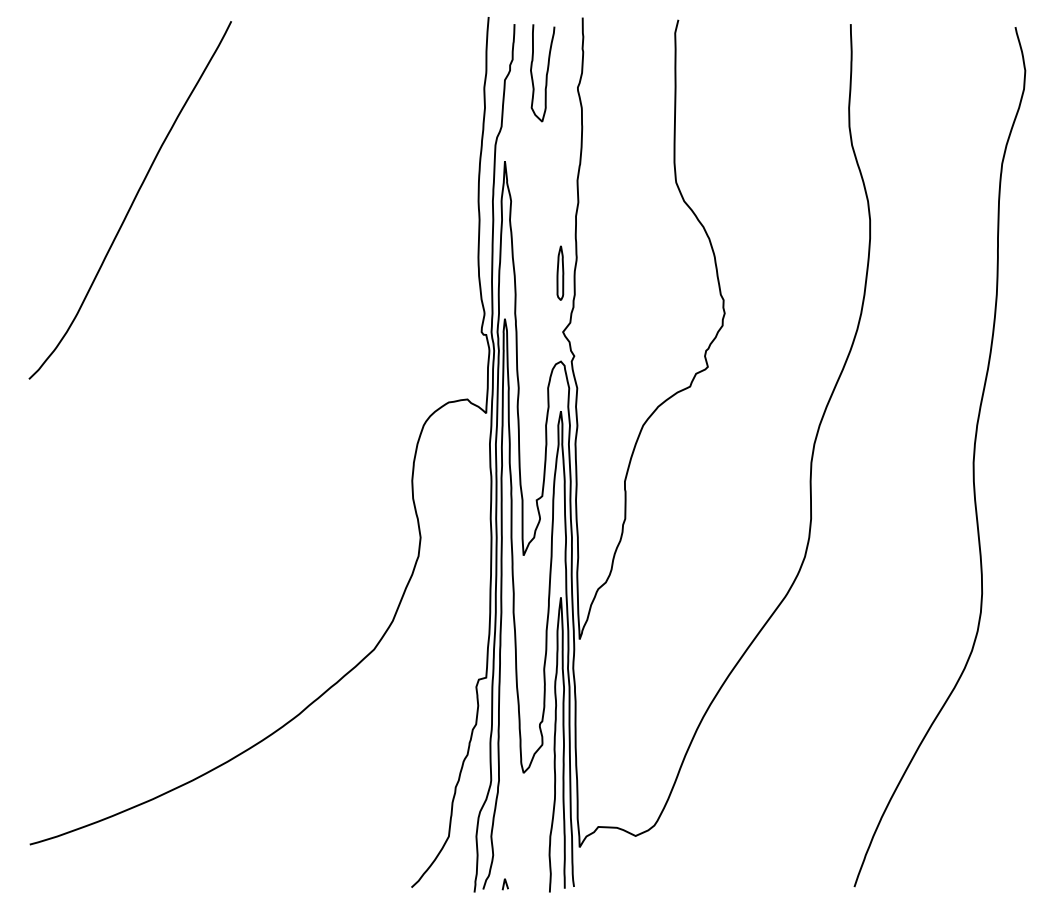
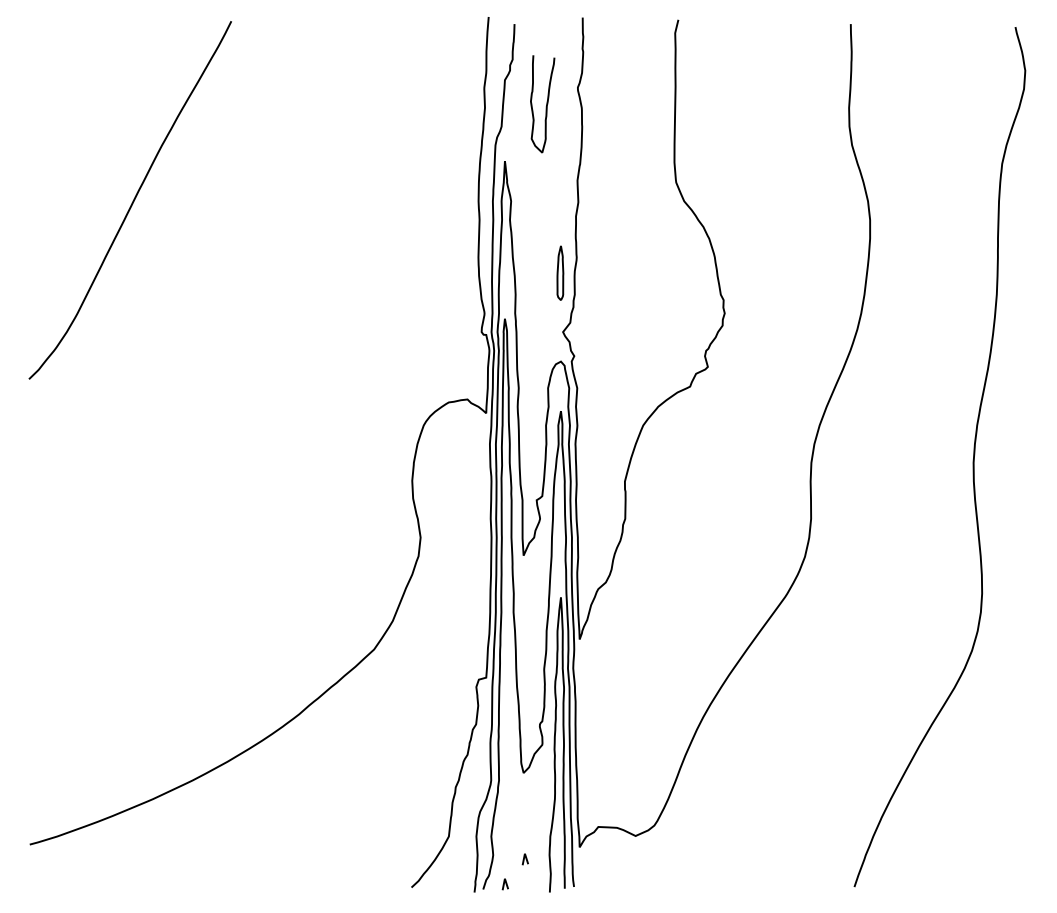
curve at (545, 75) position: (545, 75) -> (545, 106)
line at (524, 859): none -> present
